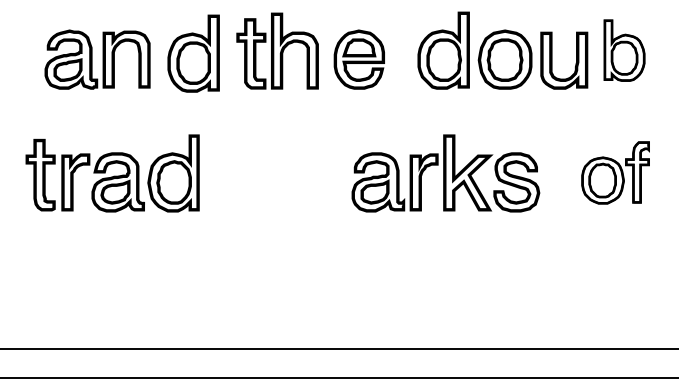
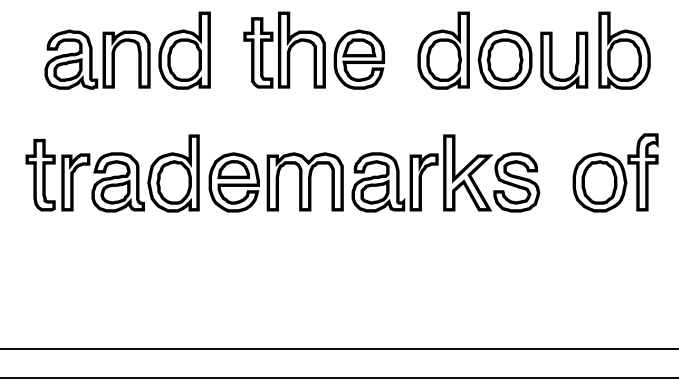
part at (277, 50) position: (277, 50) -> (284, 49)
part at (624, 50) size: 43x63 px -> 53x79 px
part at (193, 53) position: (193, 53) -> (184, 50)
part at (615, 172) size: 69x64 px -> 87x80 px
part at (275, 182): none -> present
